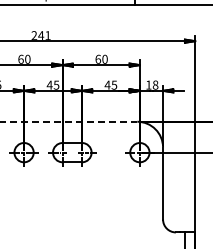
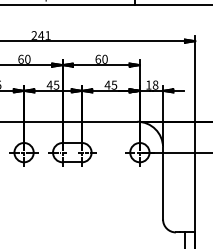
line at (69, 121): dashed -> solid
